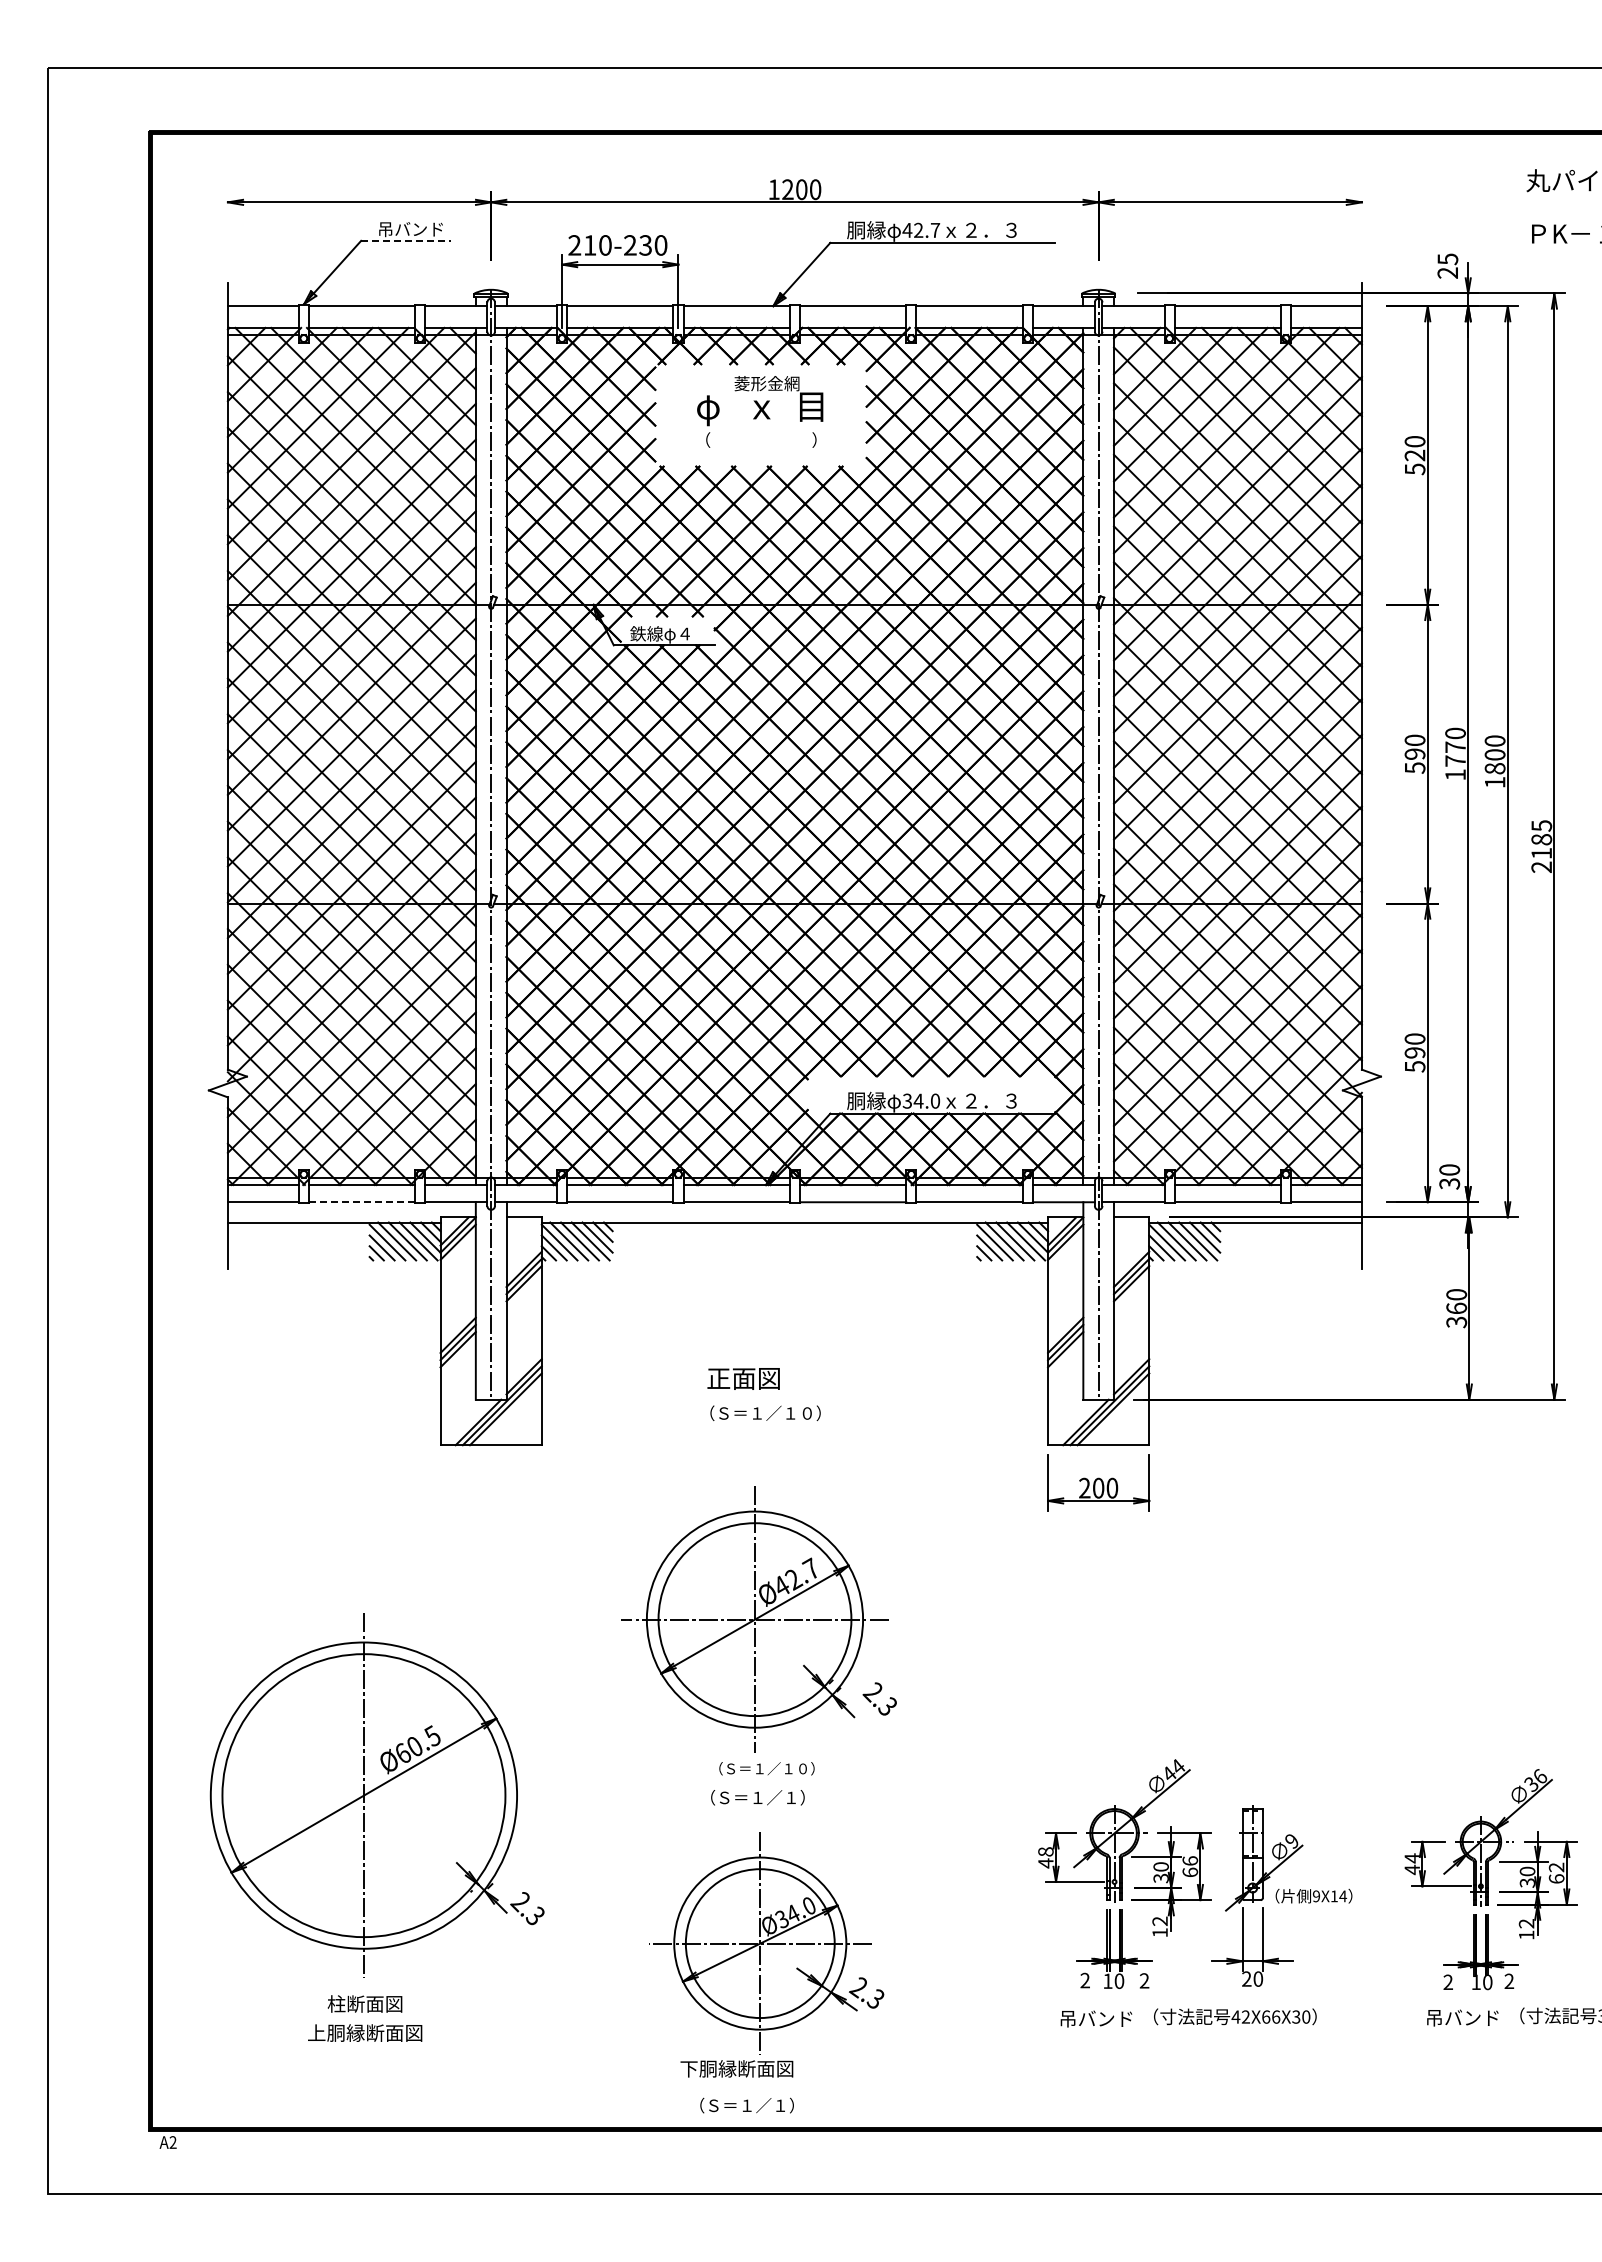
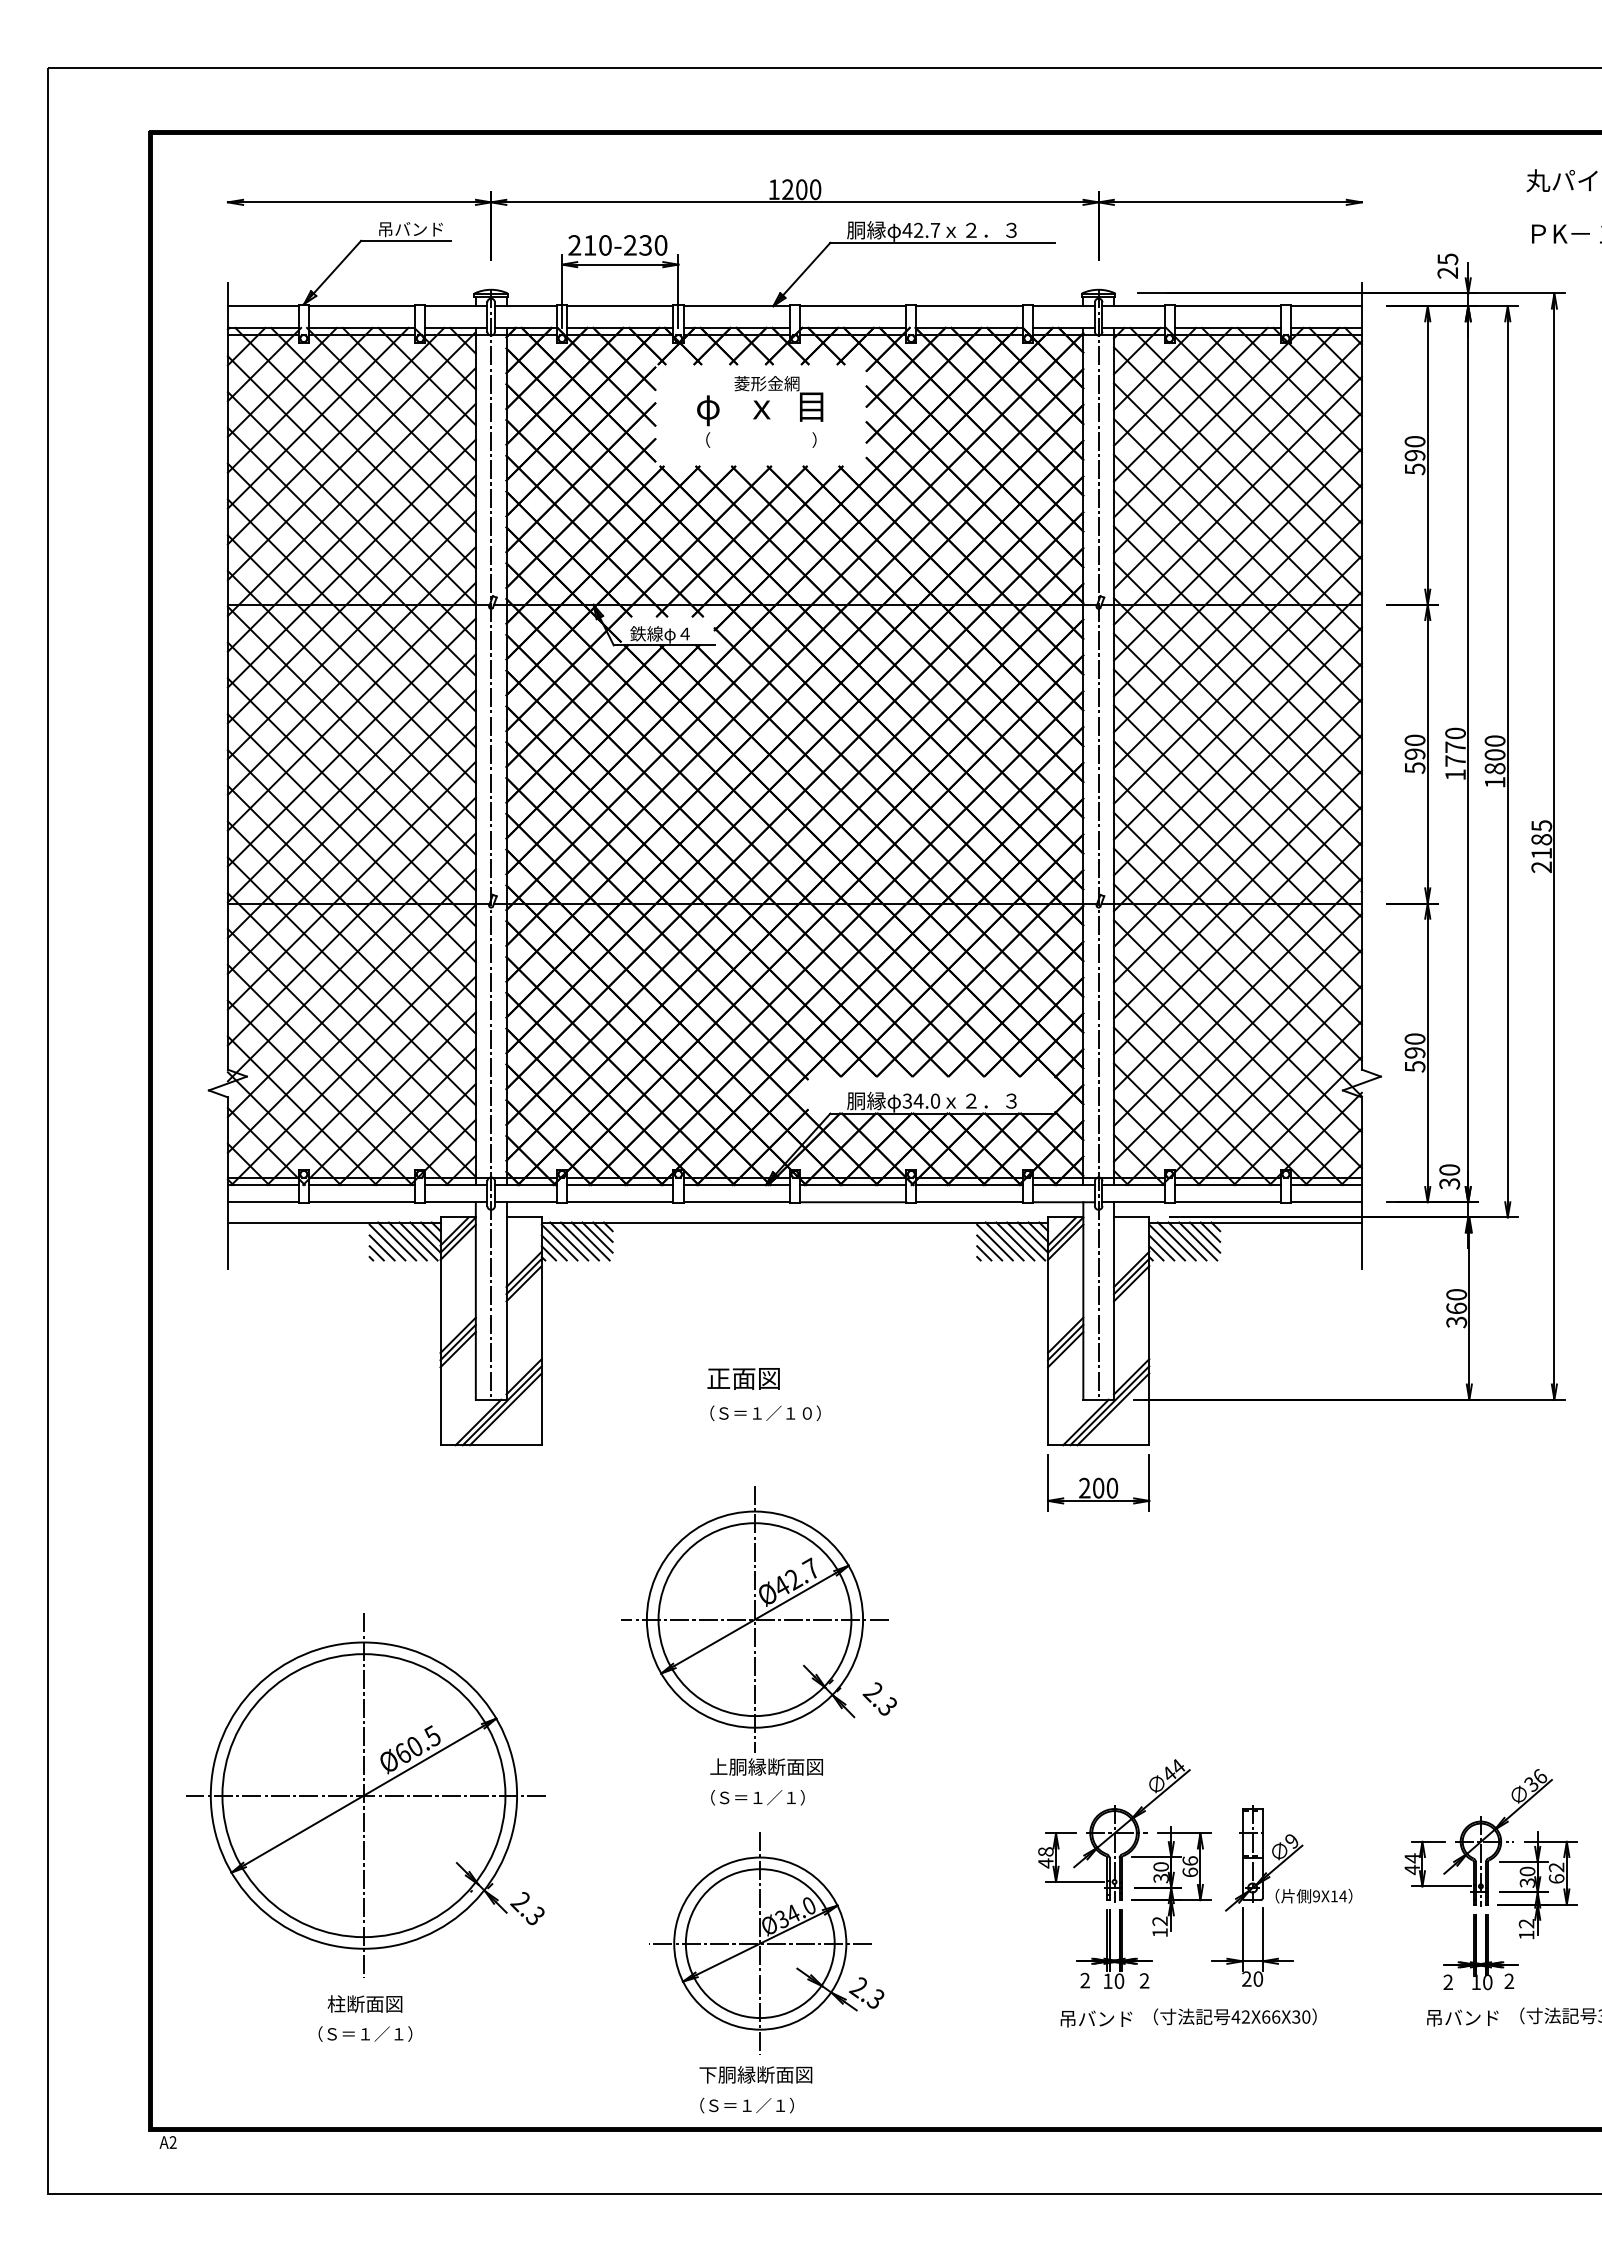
line at (406, 240): dashed -> solid
text at (1415, 455): 520 -> 590
line at (361, 1202): dashed -> solid
text at (766, 1766): （Ｓ＝１／１０） -> 上胴縁断面図
line at (363, 1795): none -> present
text at (365, 2032): 上胴縁断面図 -> （Ｓ＝１／１）
text at (736, 2068) position: (736, 2068) -> (755, 2074)
